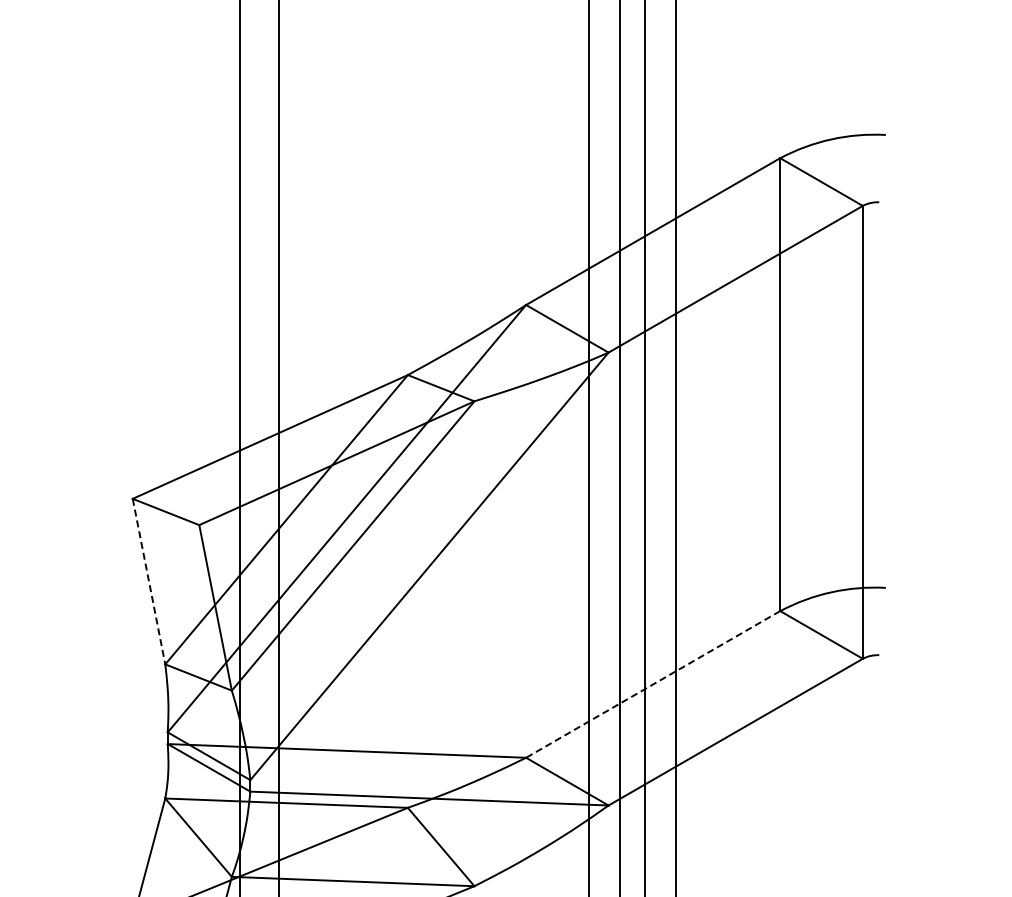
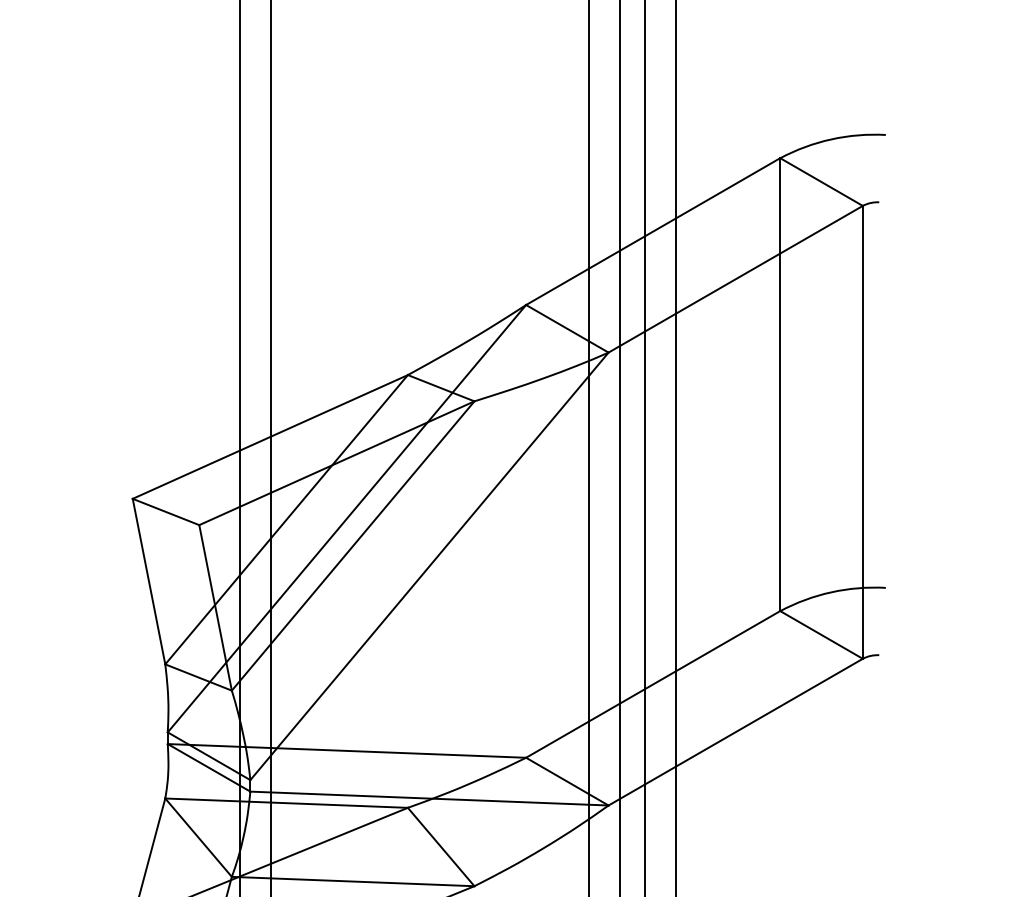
line at (278, 447) position: (278, 447) -> (270, 447)
line at (149, 582): dashed -> solid
line at (653, 684): dashed -> solid
